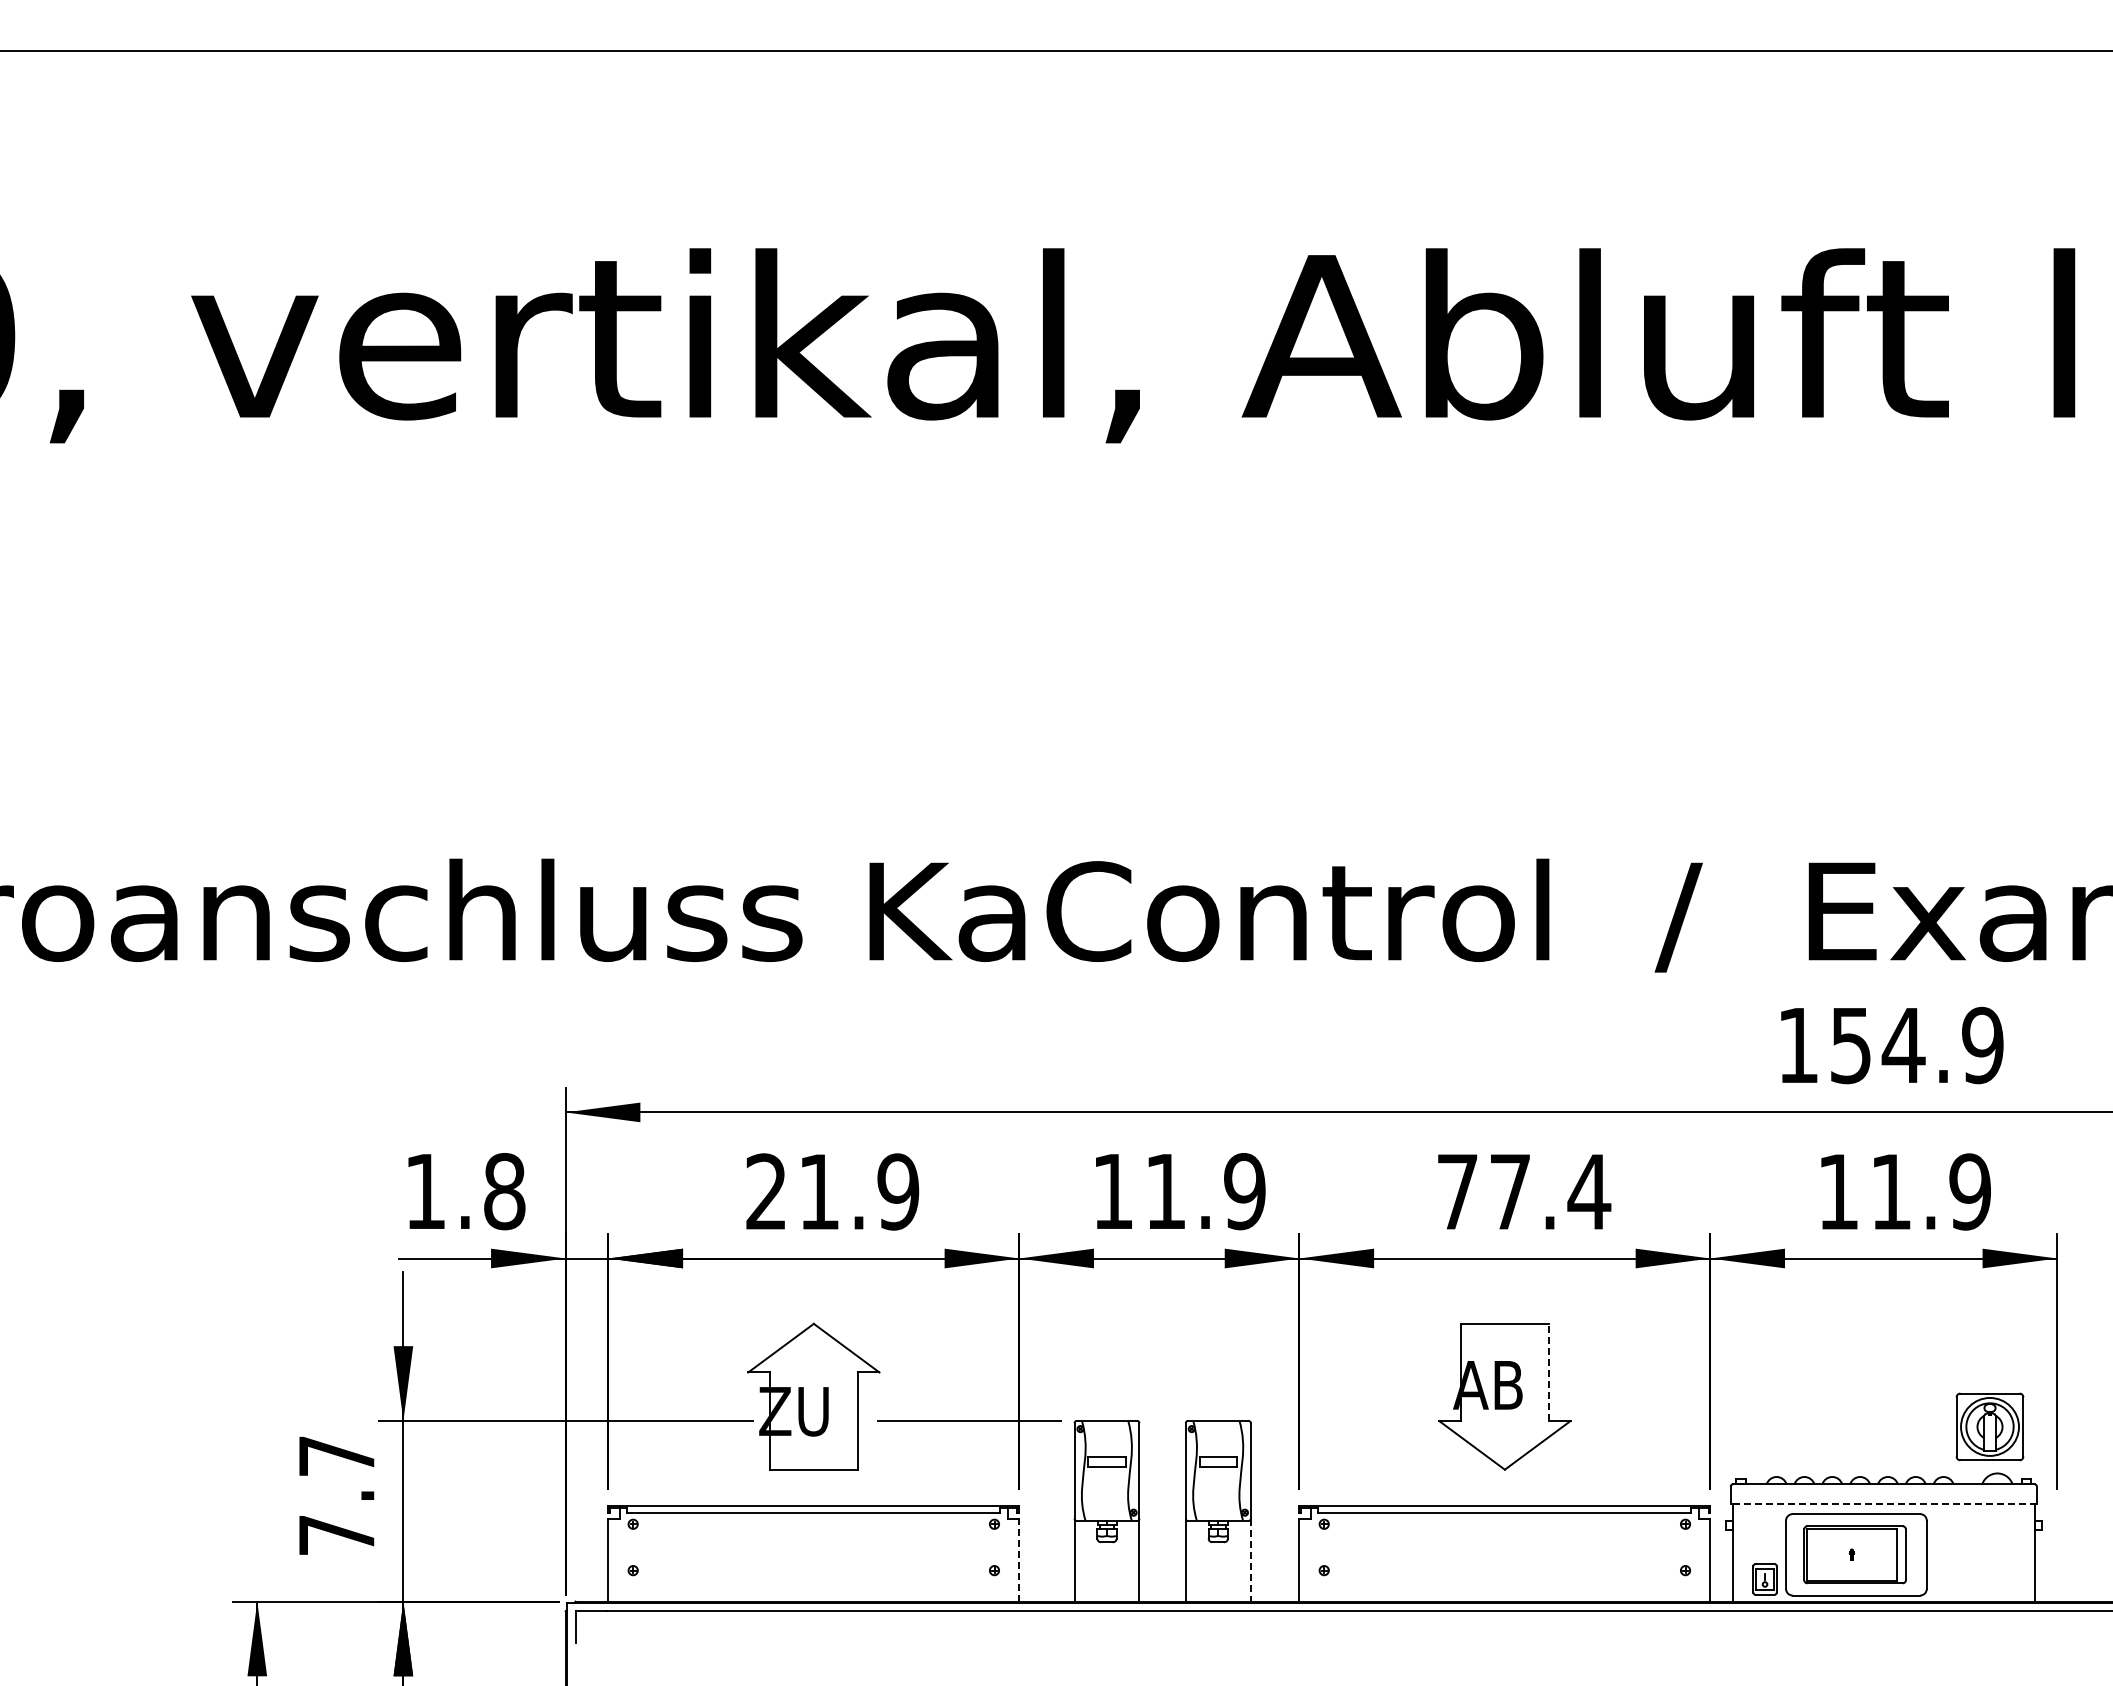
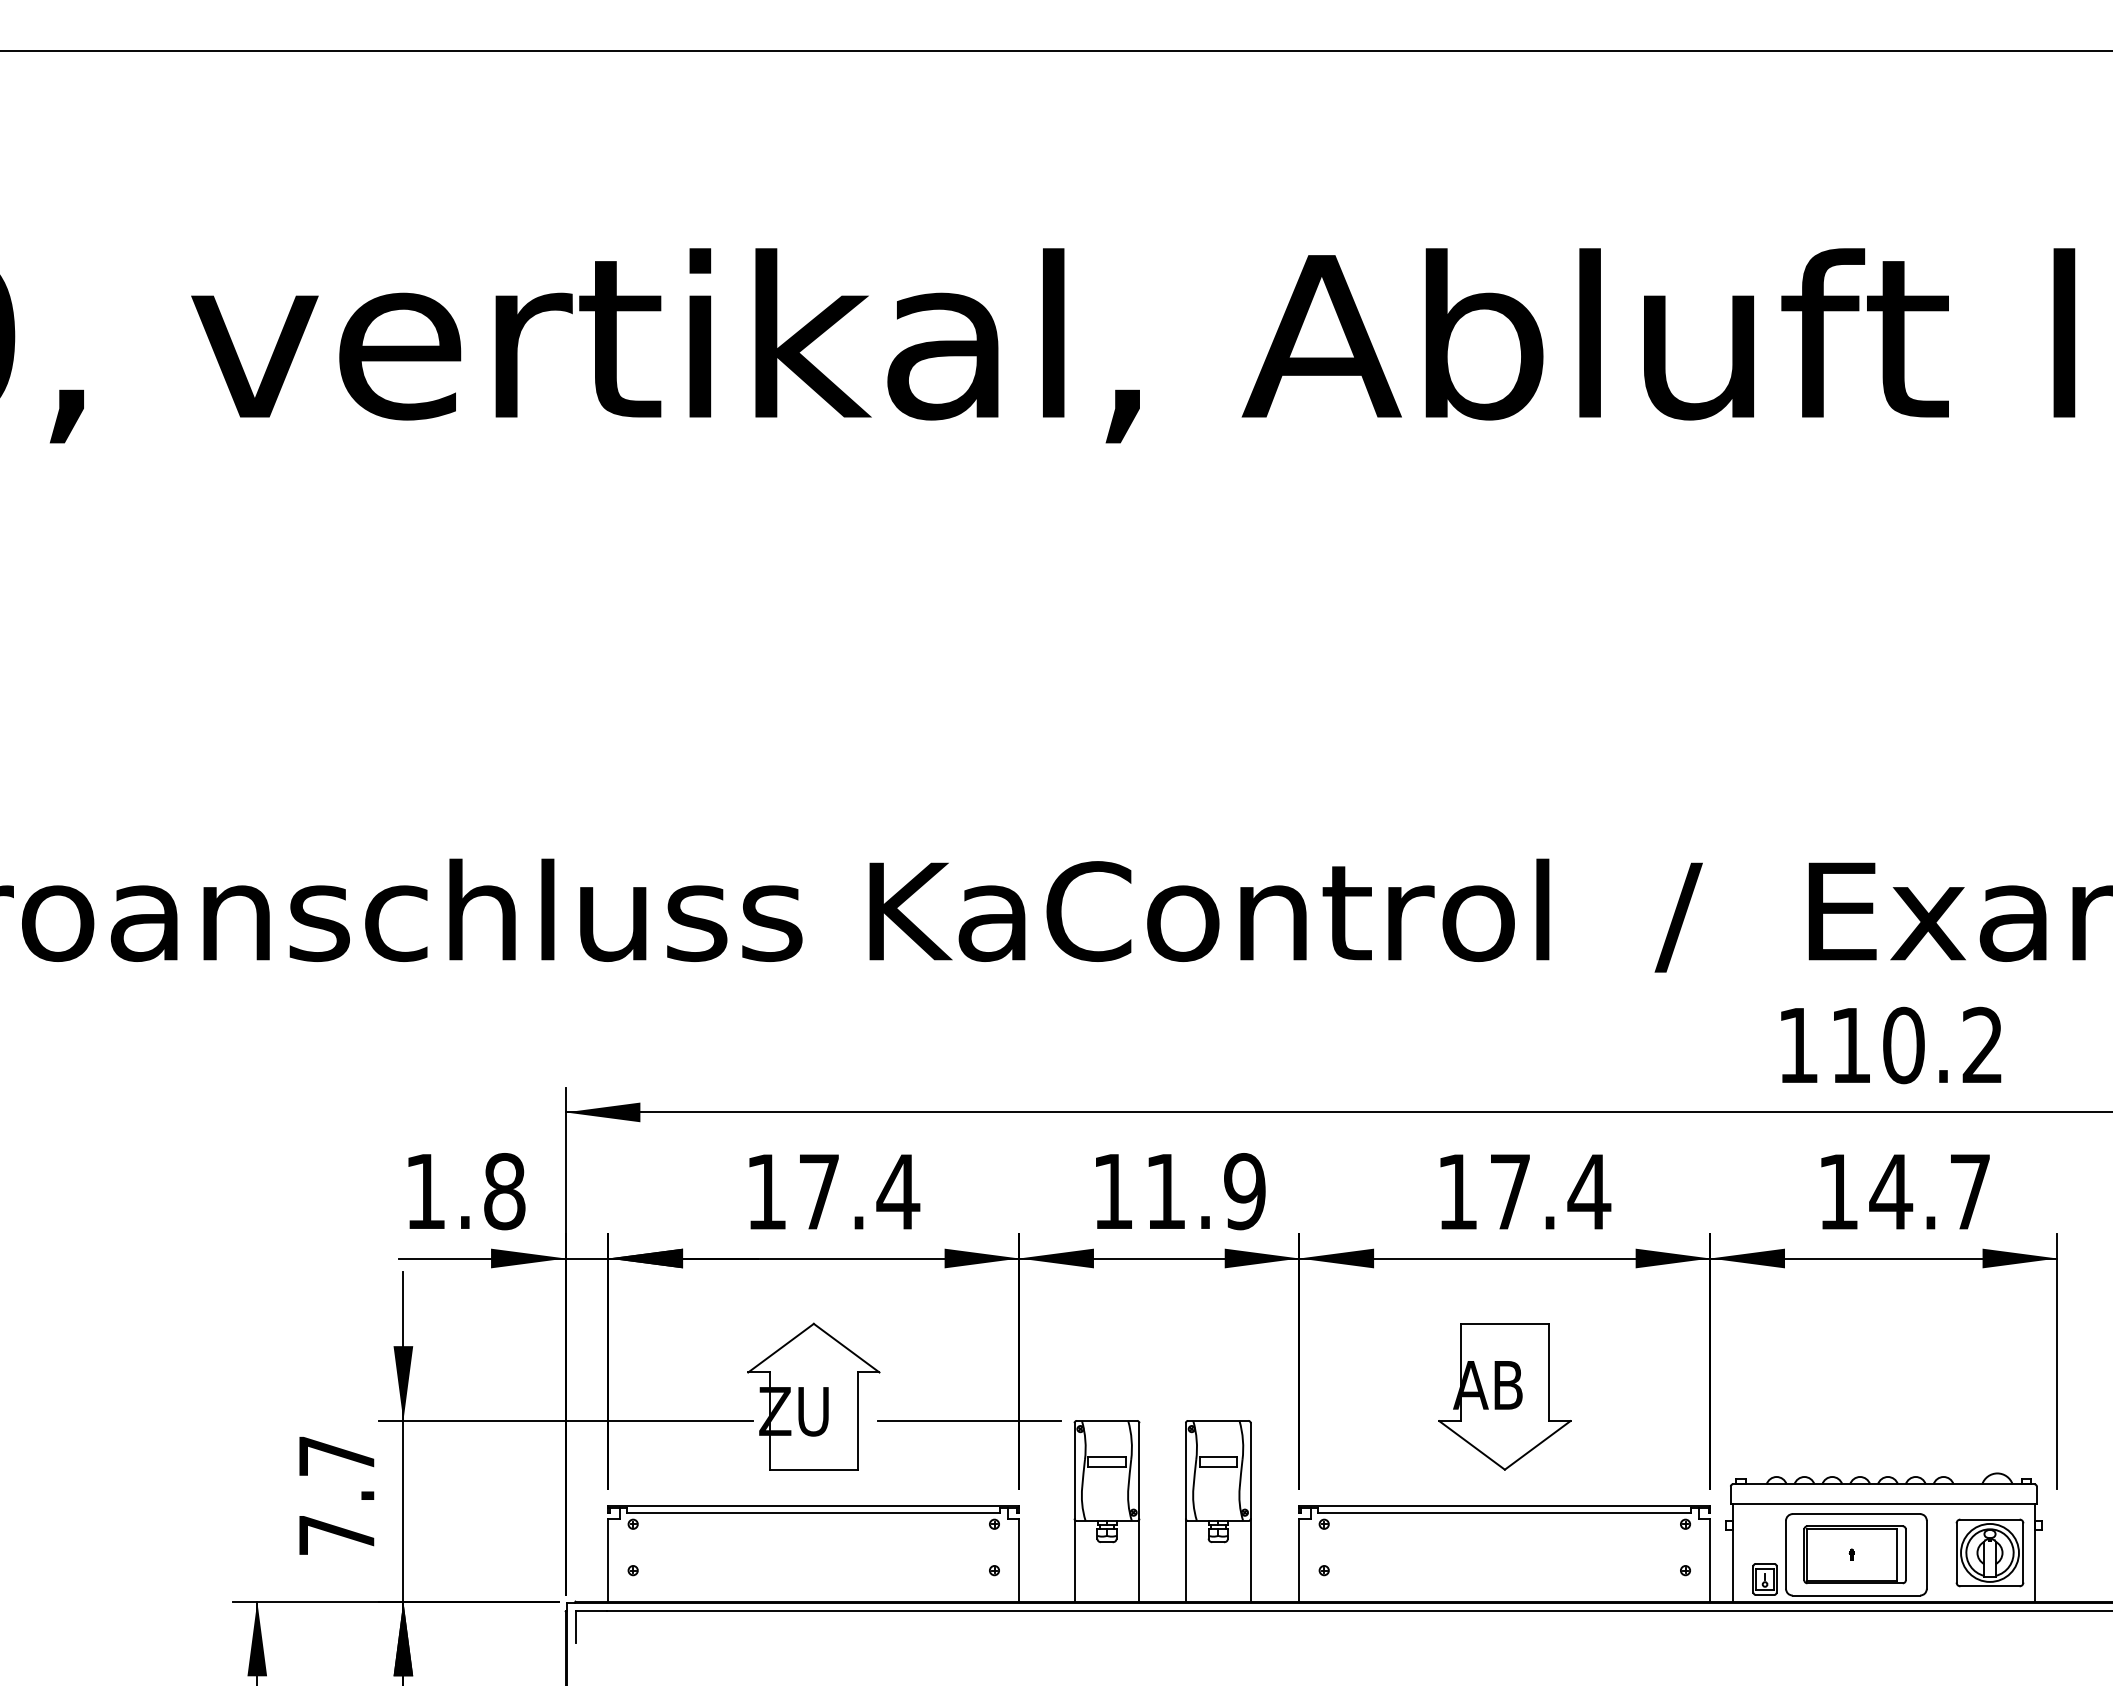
text at (1917, 1045): 154.9 -> 110.2
text at (833, 1191): 21.9 -> 17.4
text at (1457, 1191): 77.4 -> 17.4
text at (1929, 1191): 11.9 -> 14.7
line at (1548, 1372): dashed -> solid
part at (1989, 1426) position: (1989, 1426) -> (1989, 1552)
line at (1883, 1504): dashed -> solid
line at (1019, 1559): dashed -> solid
line at (1250, 1560): dashed -> solid
